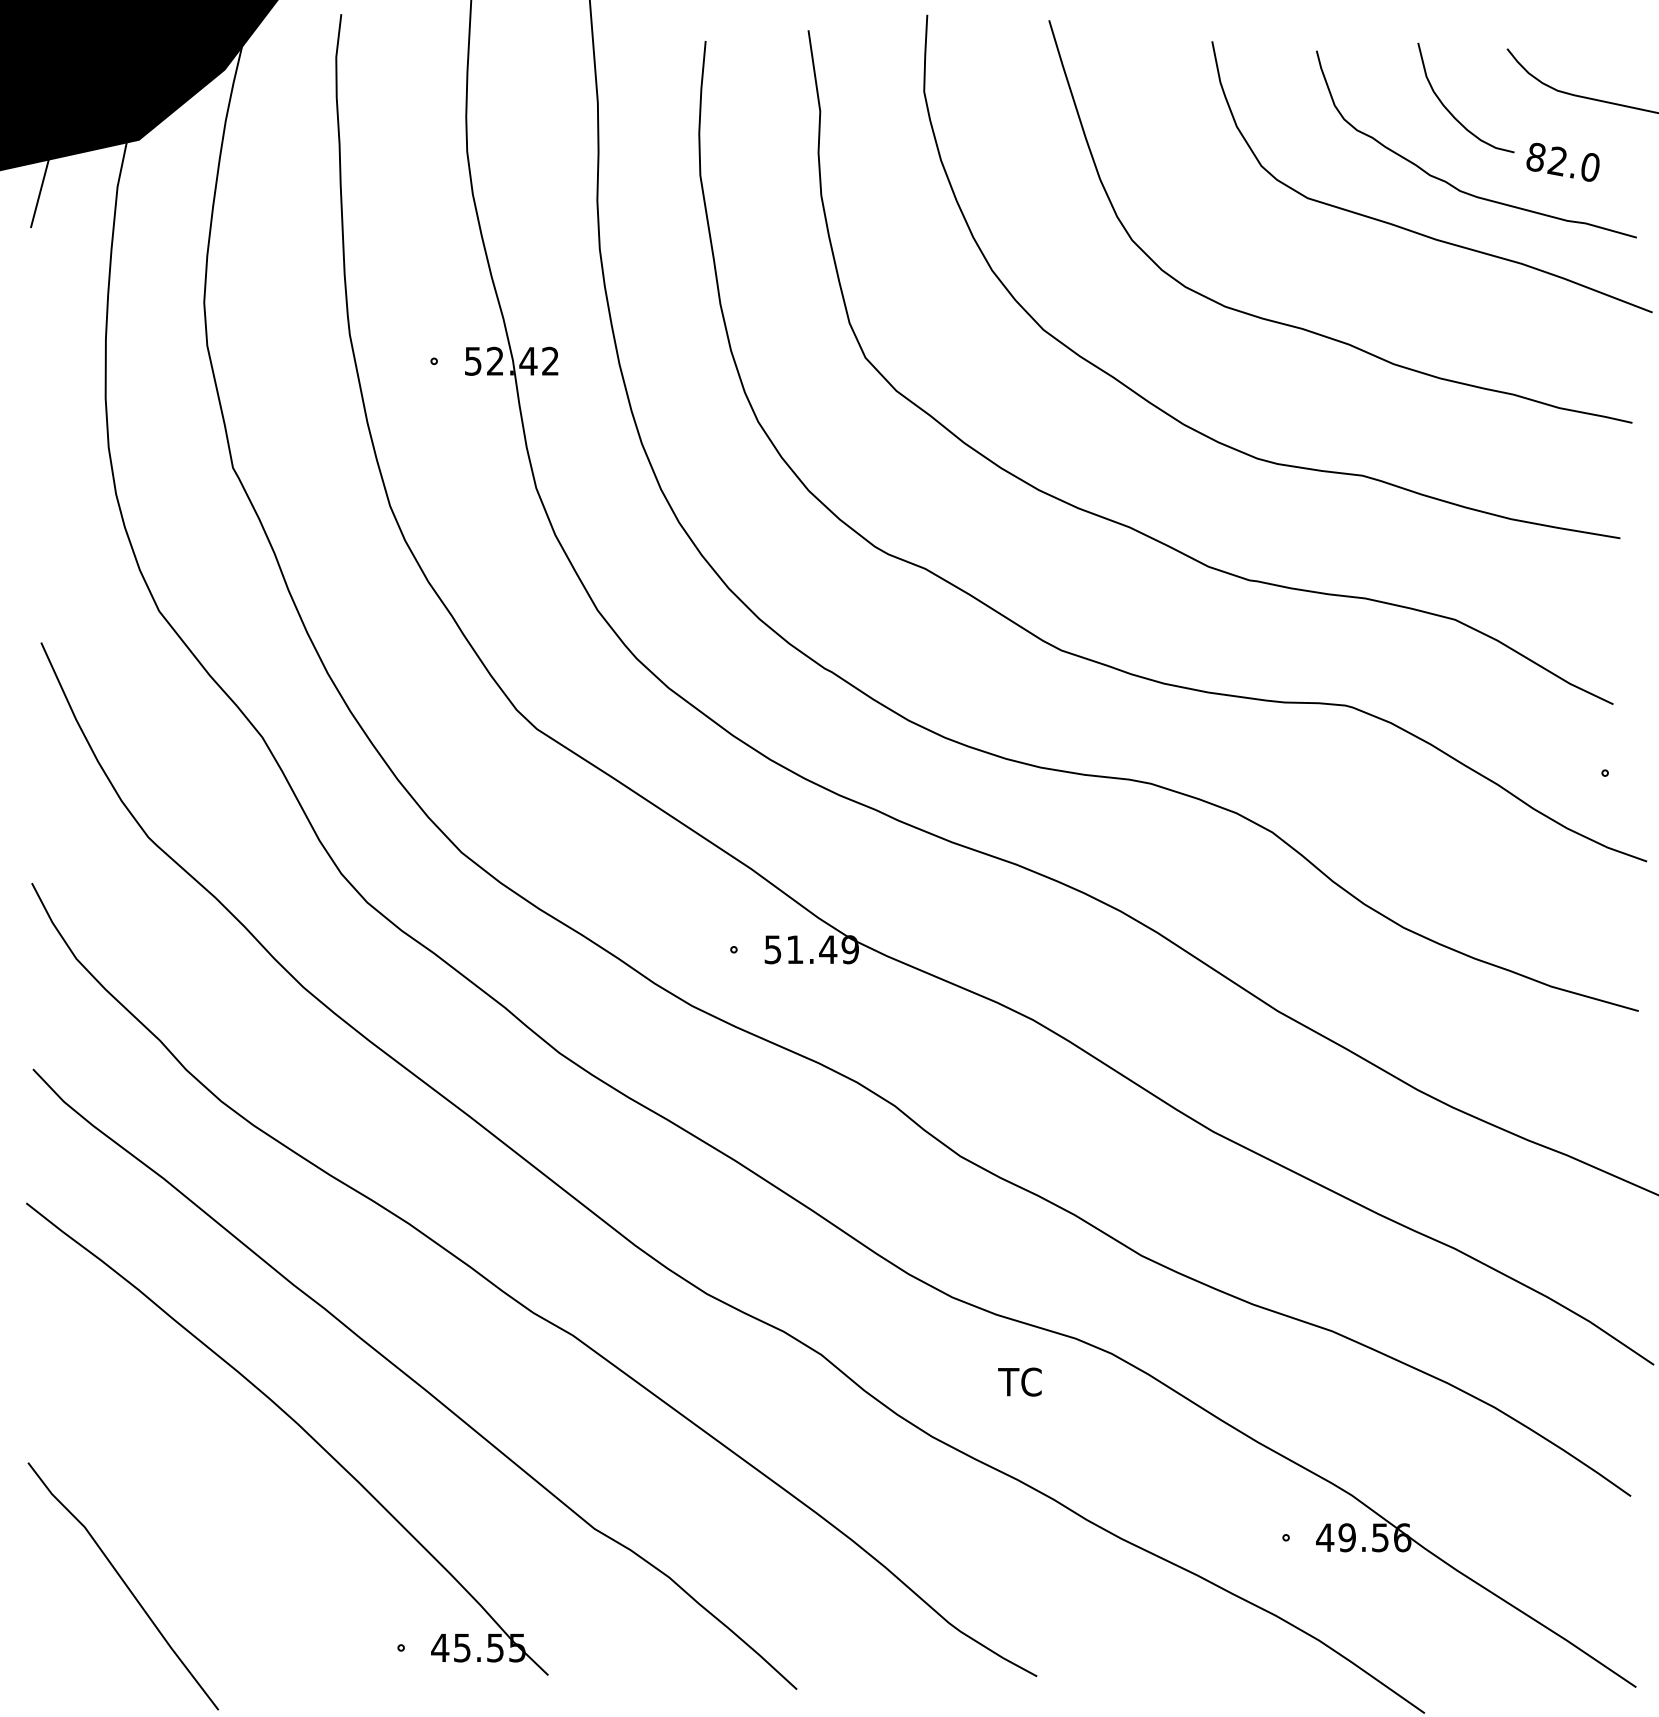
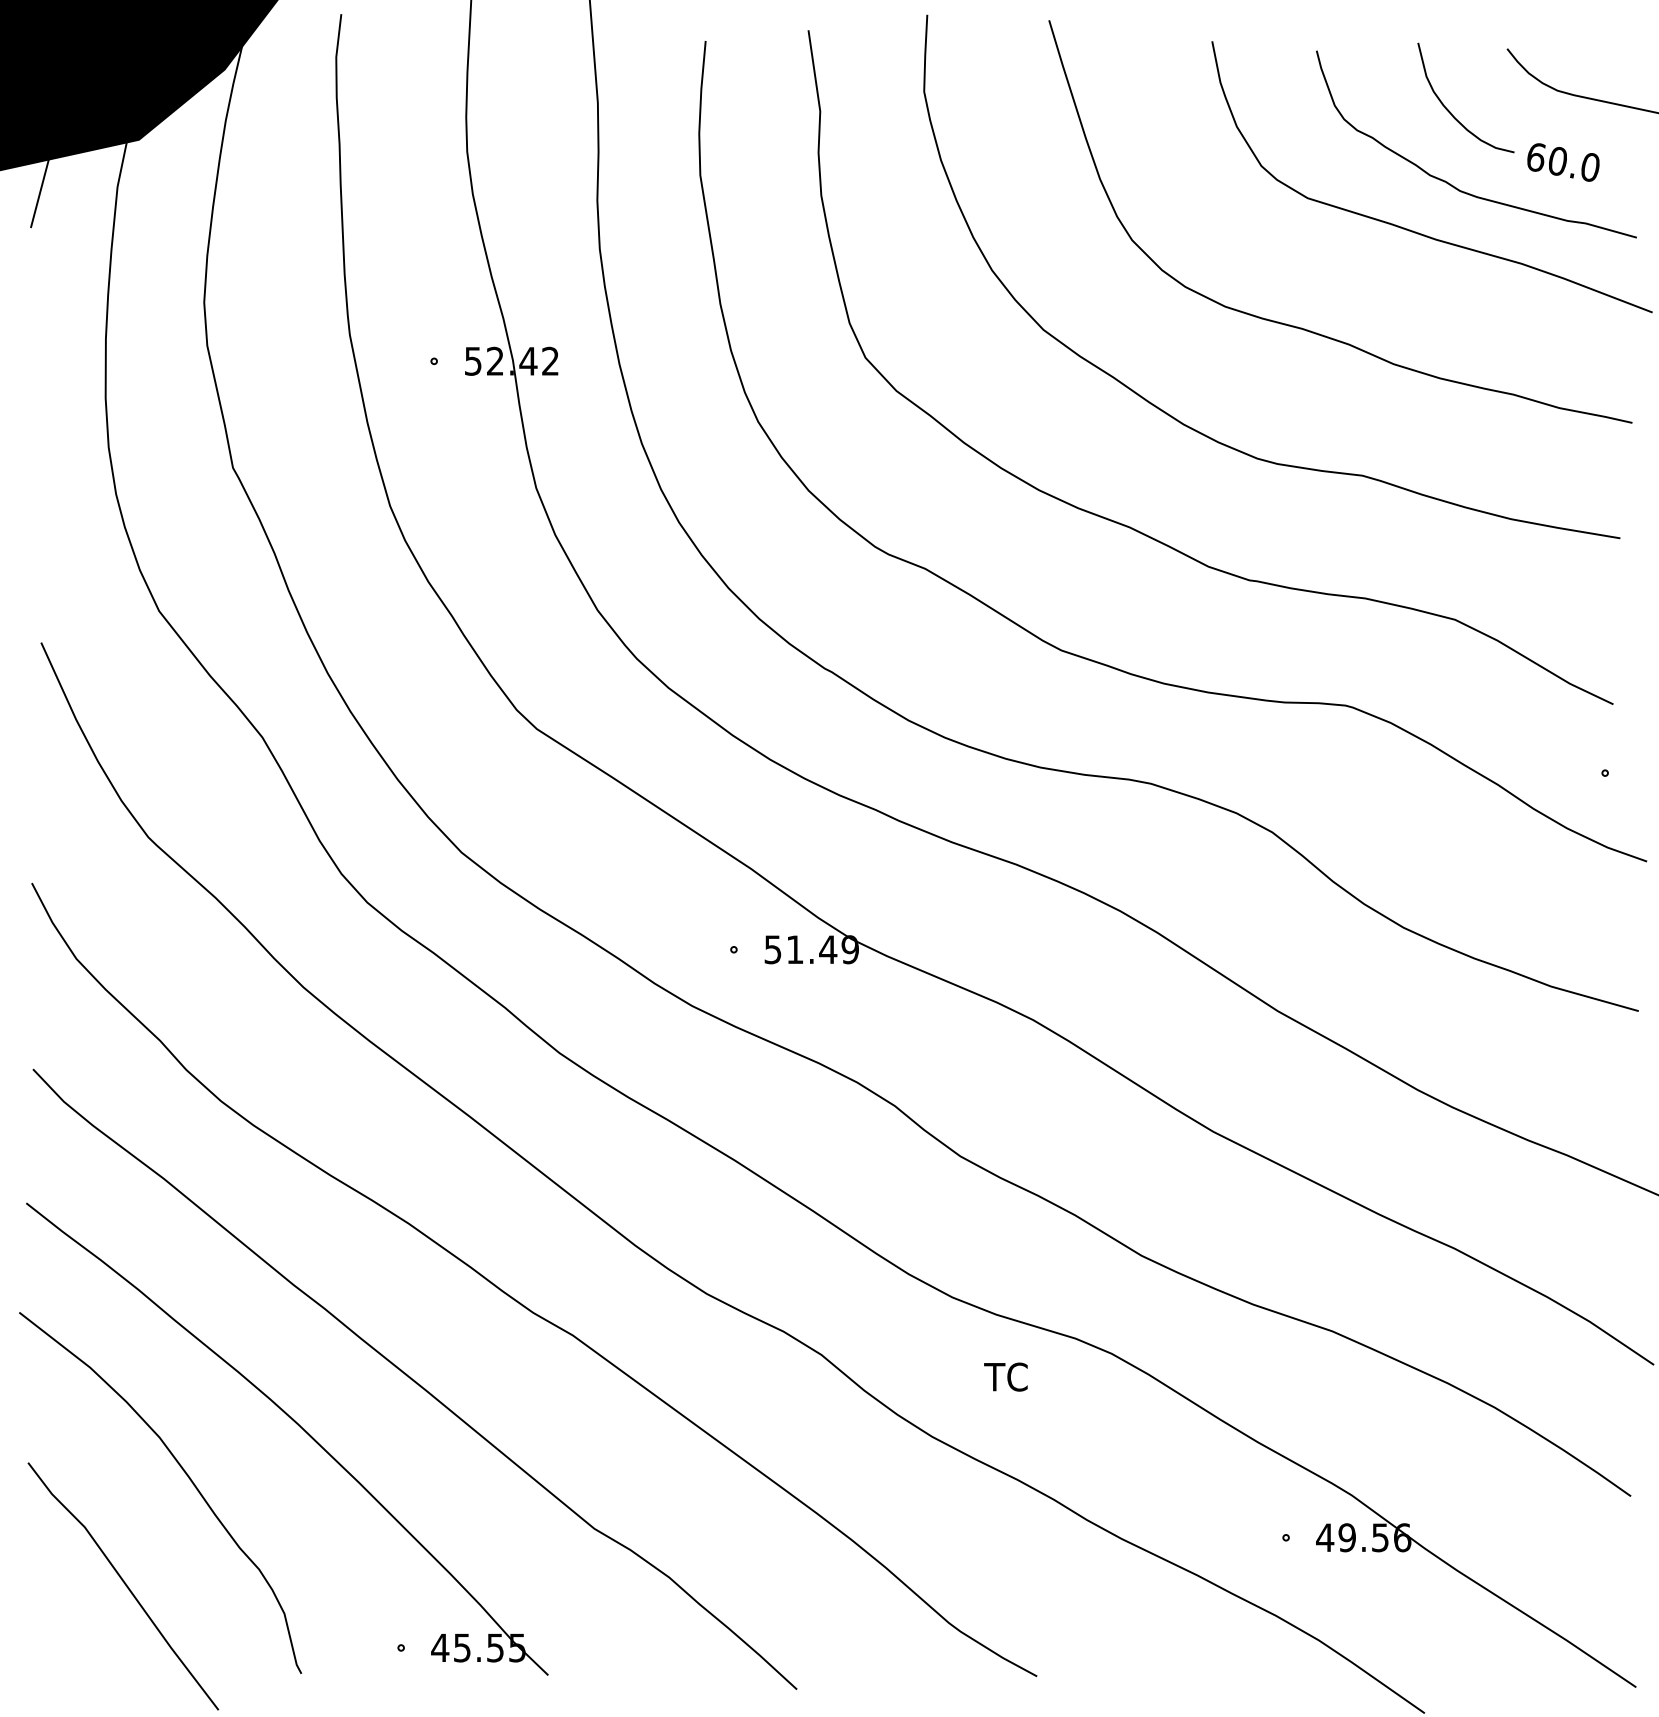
text at (1546, 159): 82.0 -> 60.0
text at (1019, 1381) position: (1019, 1381) -> (1005, 1376)
curve at (185, 1474): none -> present
